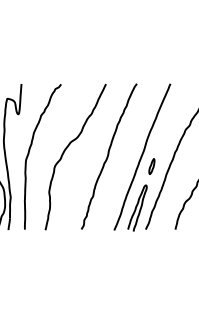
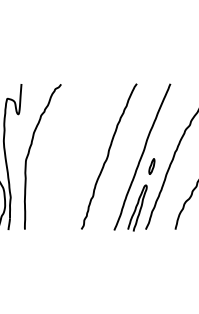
curve at (65, 151): present -> none
